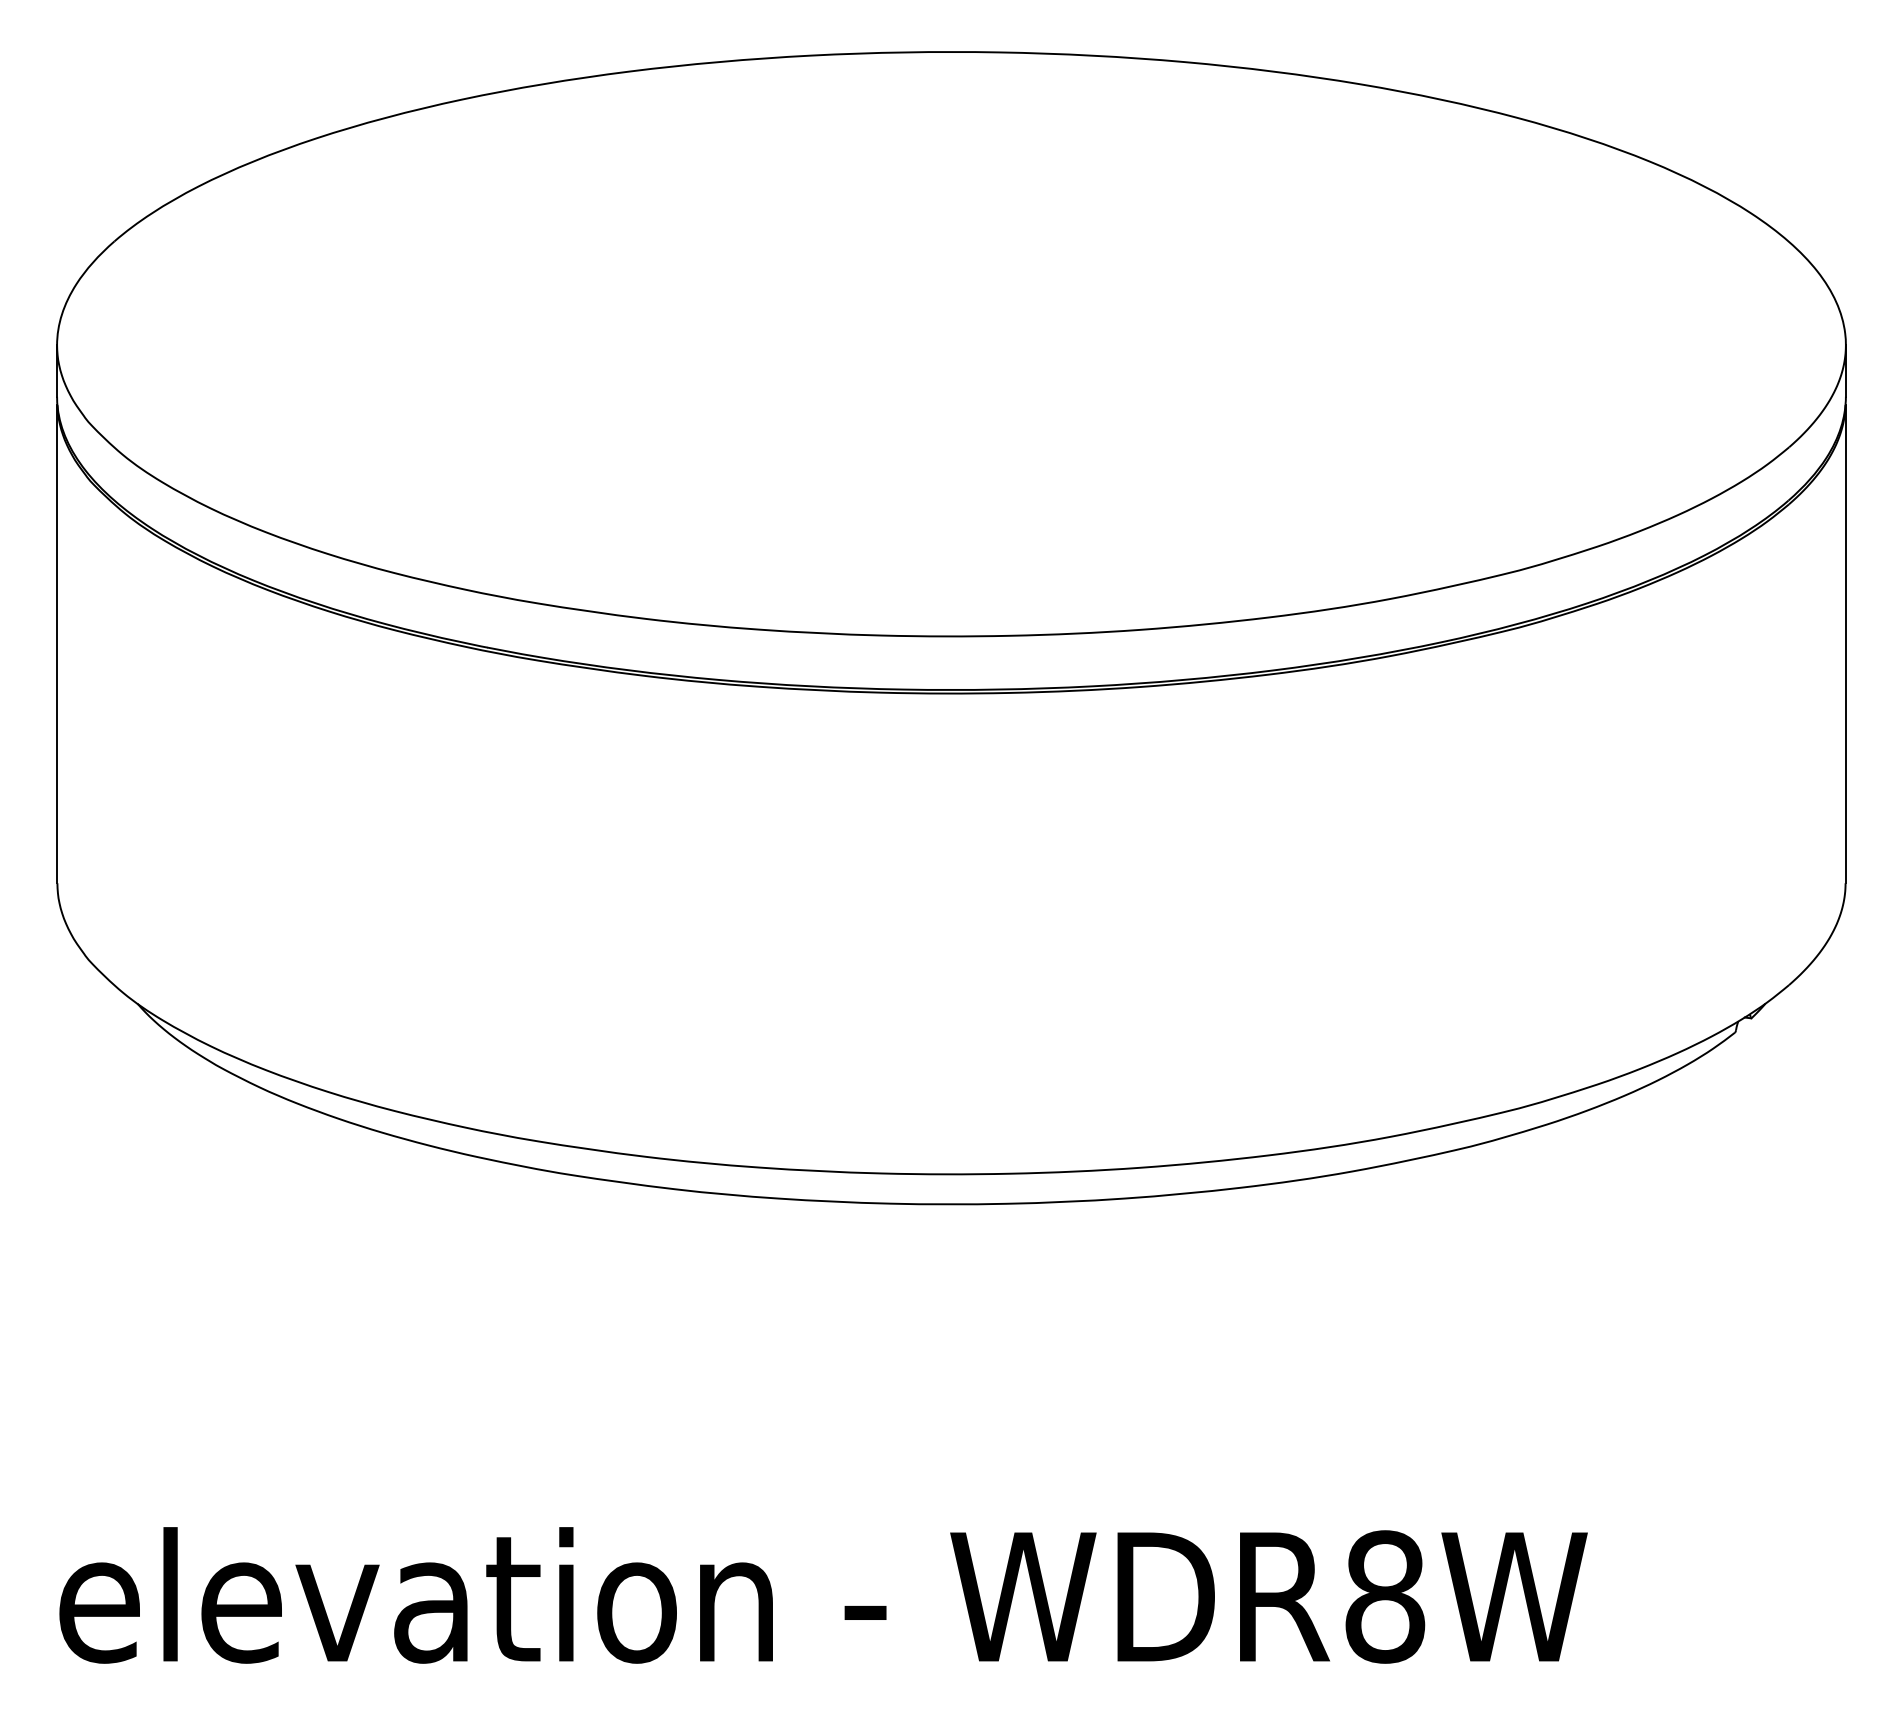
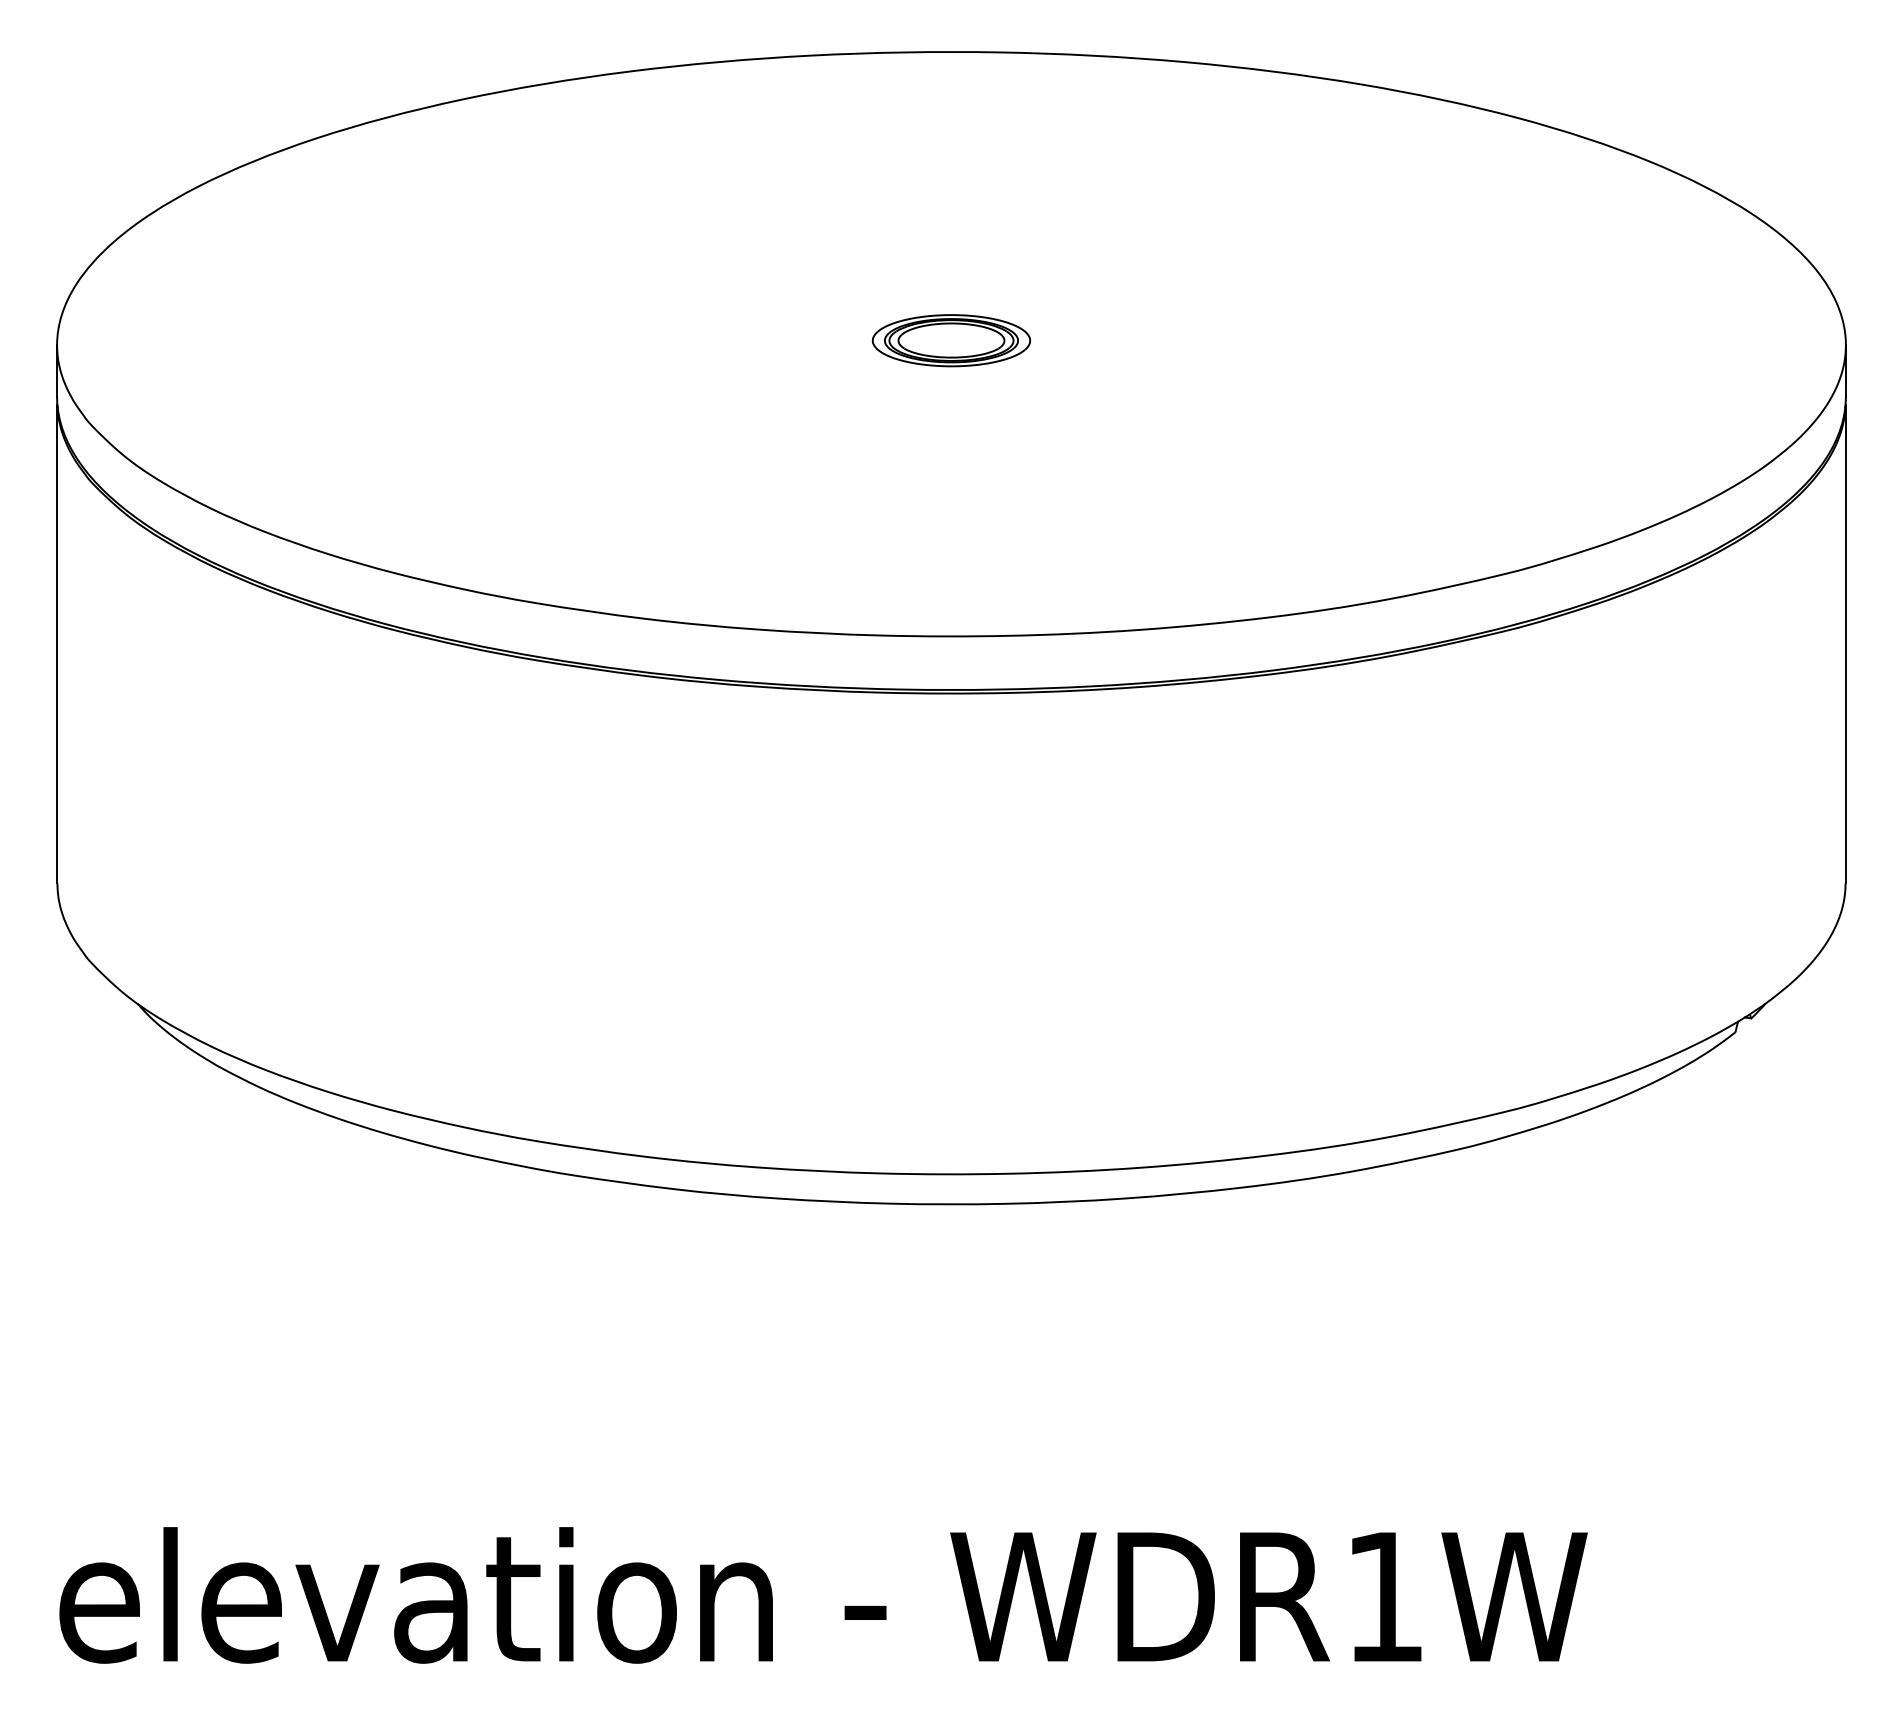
part at (951, 340): none -> present
text at (1385, 1596): WDR8W -> WDR1W
